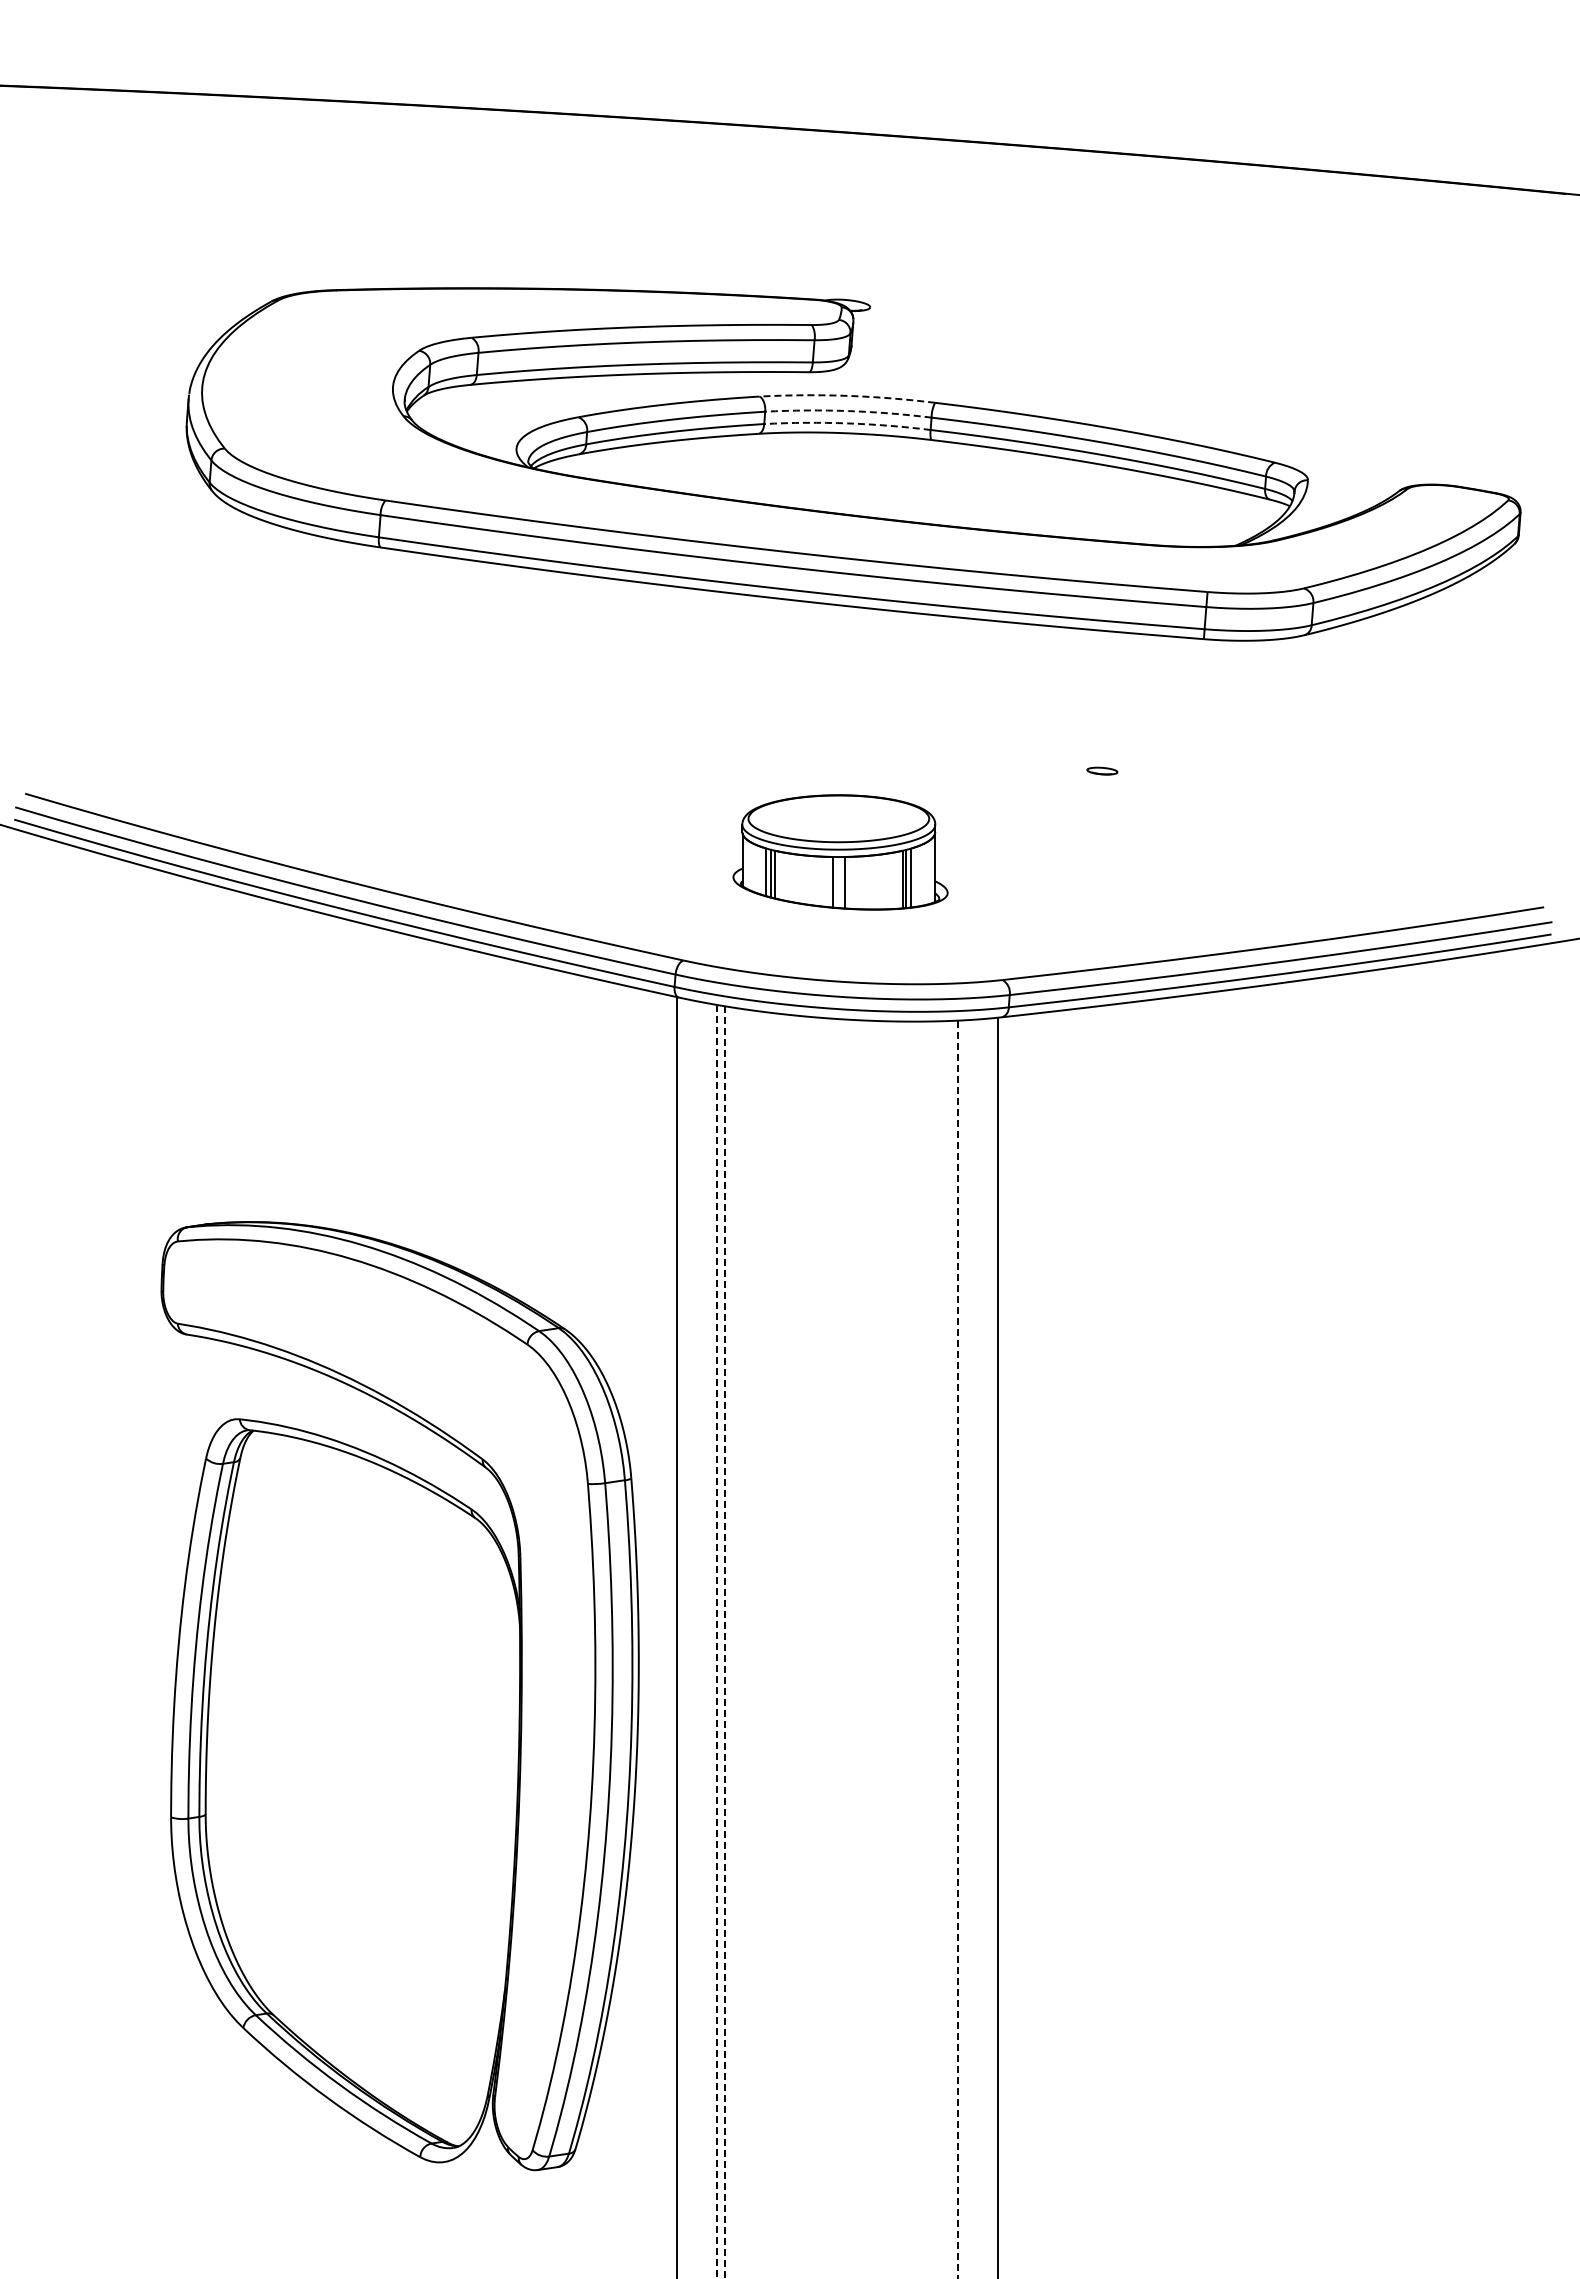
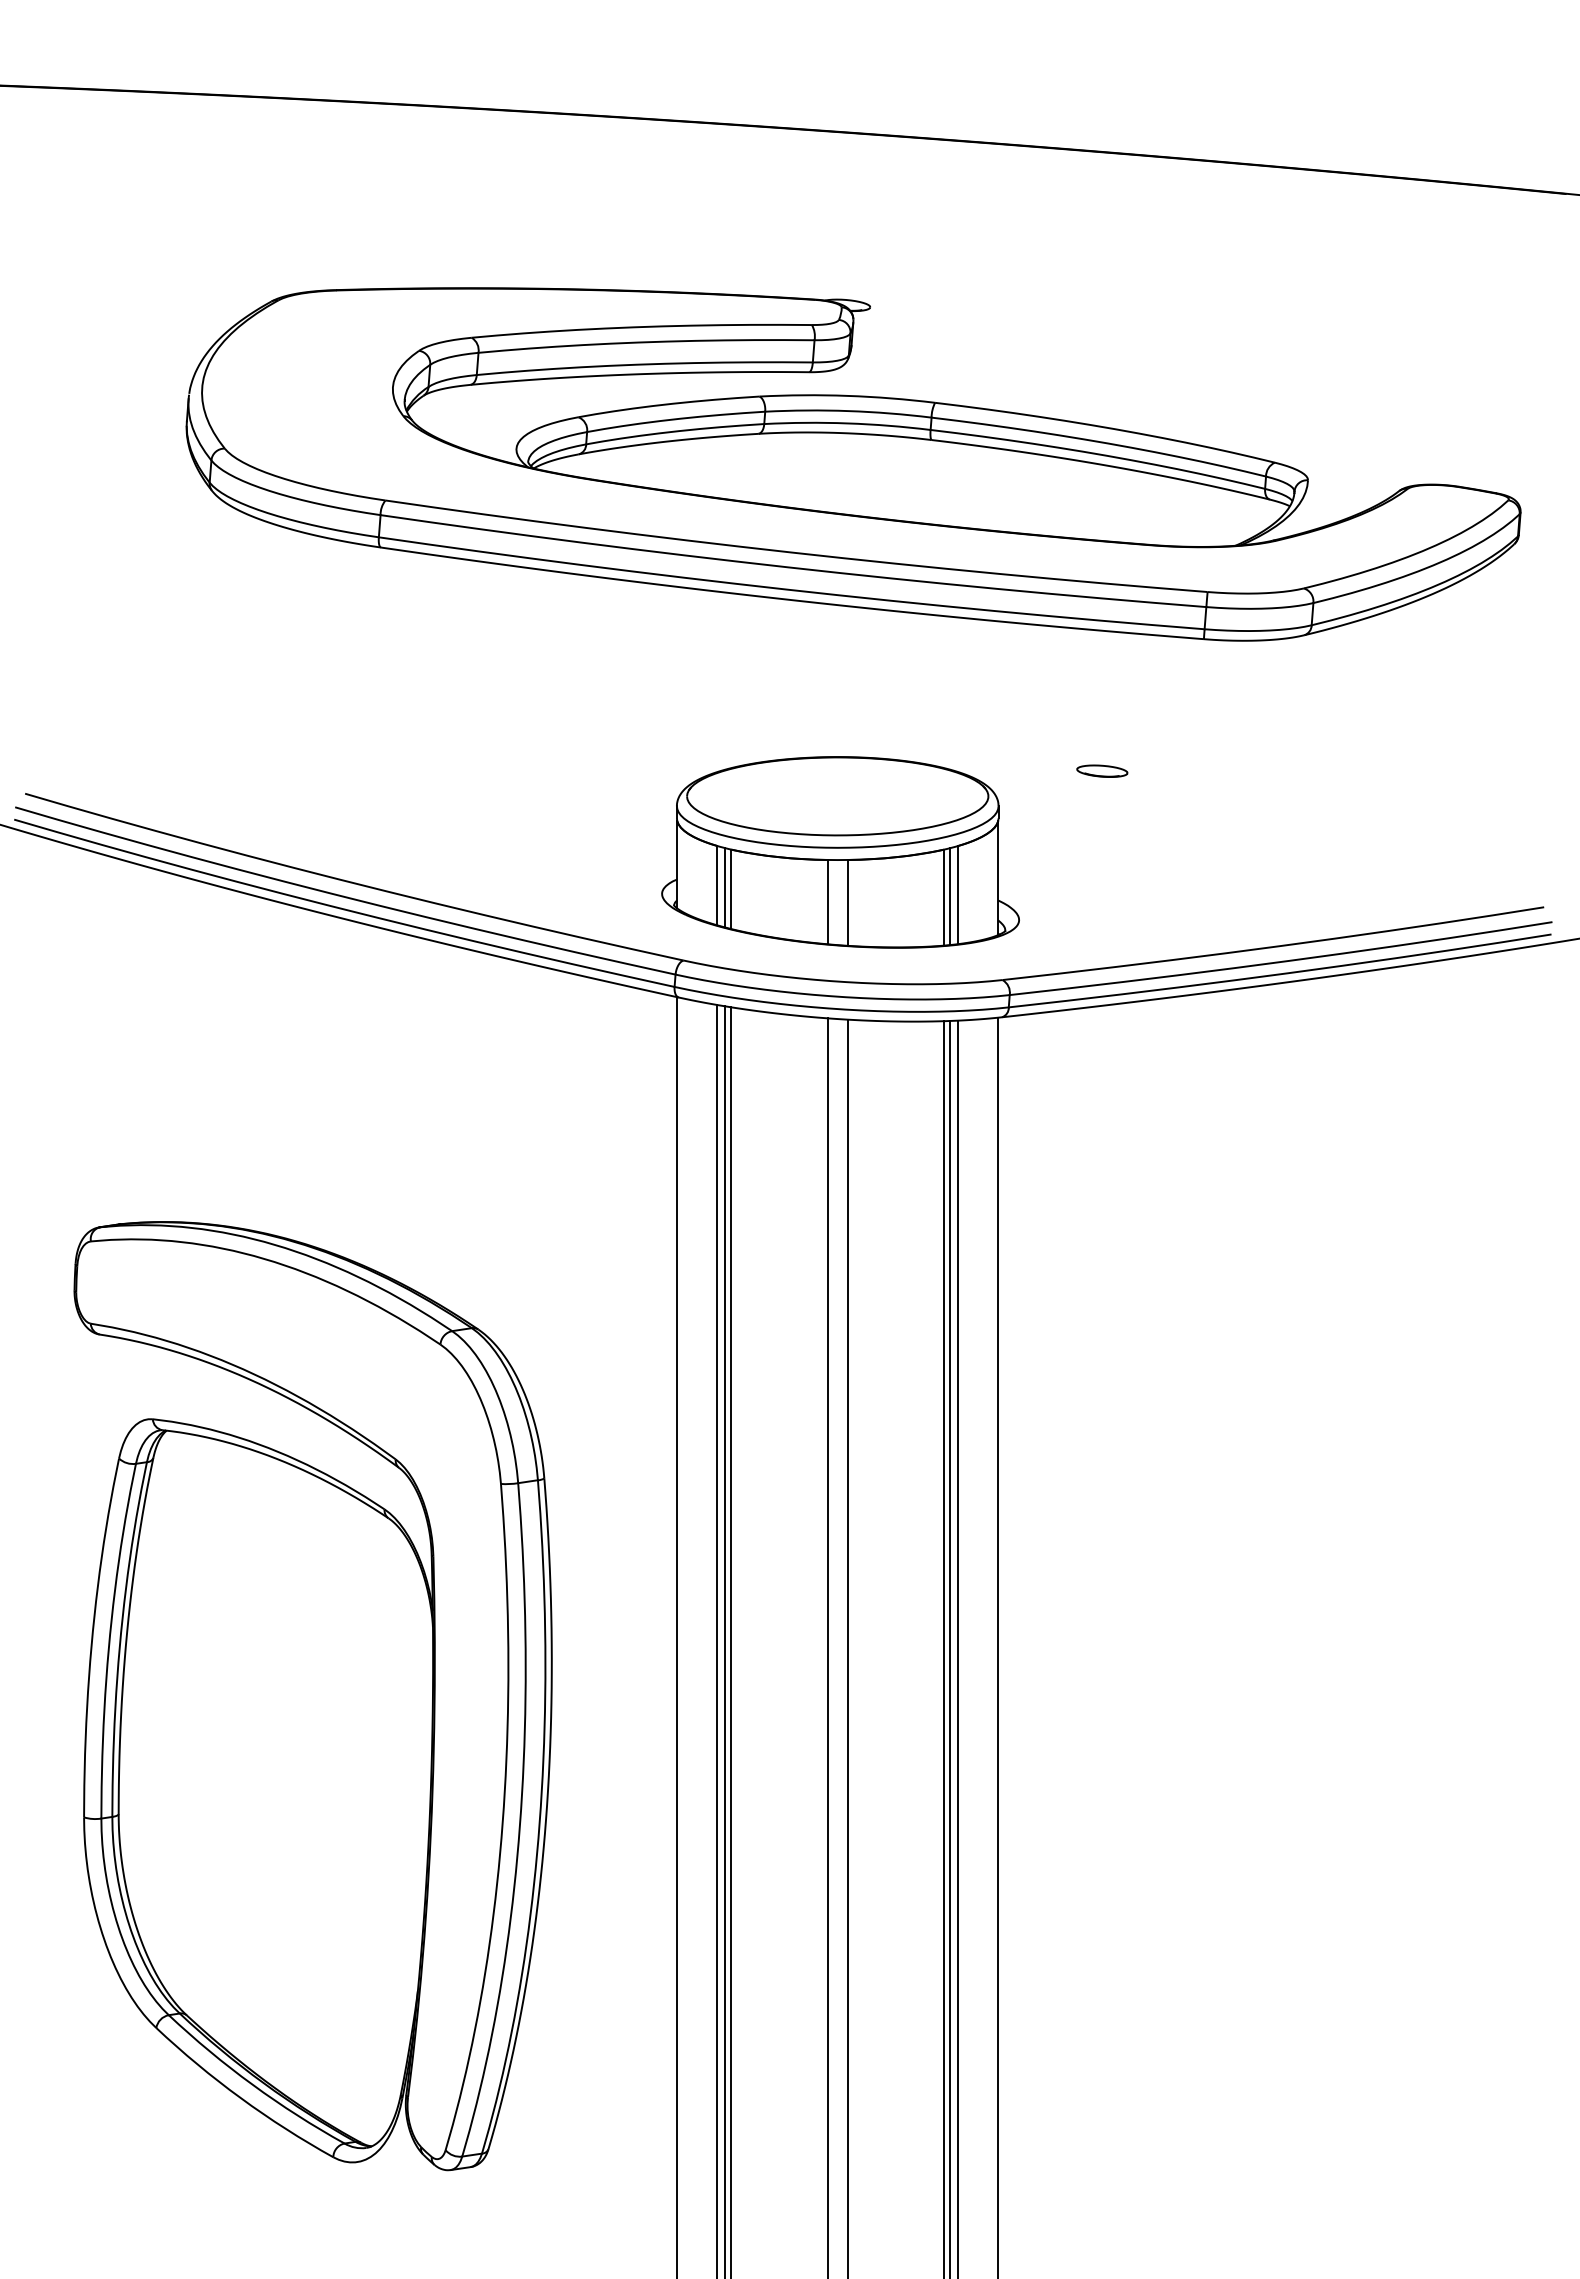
arc at (847, 395): dashed -> solid
arc at (848, 411): dashed -> solid
arc at (847, 423): dashed -> solid
part at (1102, 770) size: 33x10 px -> 53x14 px
part at (840, 852) size: 217x117 px -> 359x193 px
line at (717, 1641): dashed -> solid
line at (731, 1641): none -> present
line at (725, 1643): dashed -> solid
line at (827, 1646): none -> present
line at (847, 1647): none -> present
line at (950, 1647): none -> present
line at (944, 1648): none -> present
line at (958, 1649): dashed -> solid
part at (399, 1696) position: (399, 1696) -> (312, 1696)
